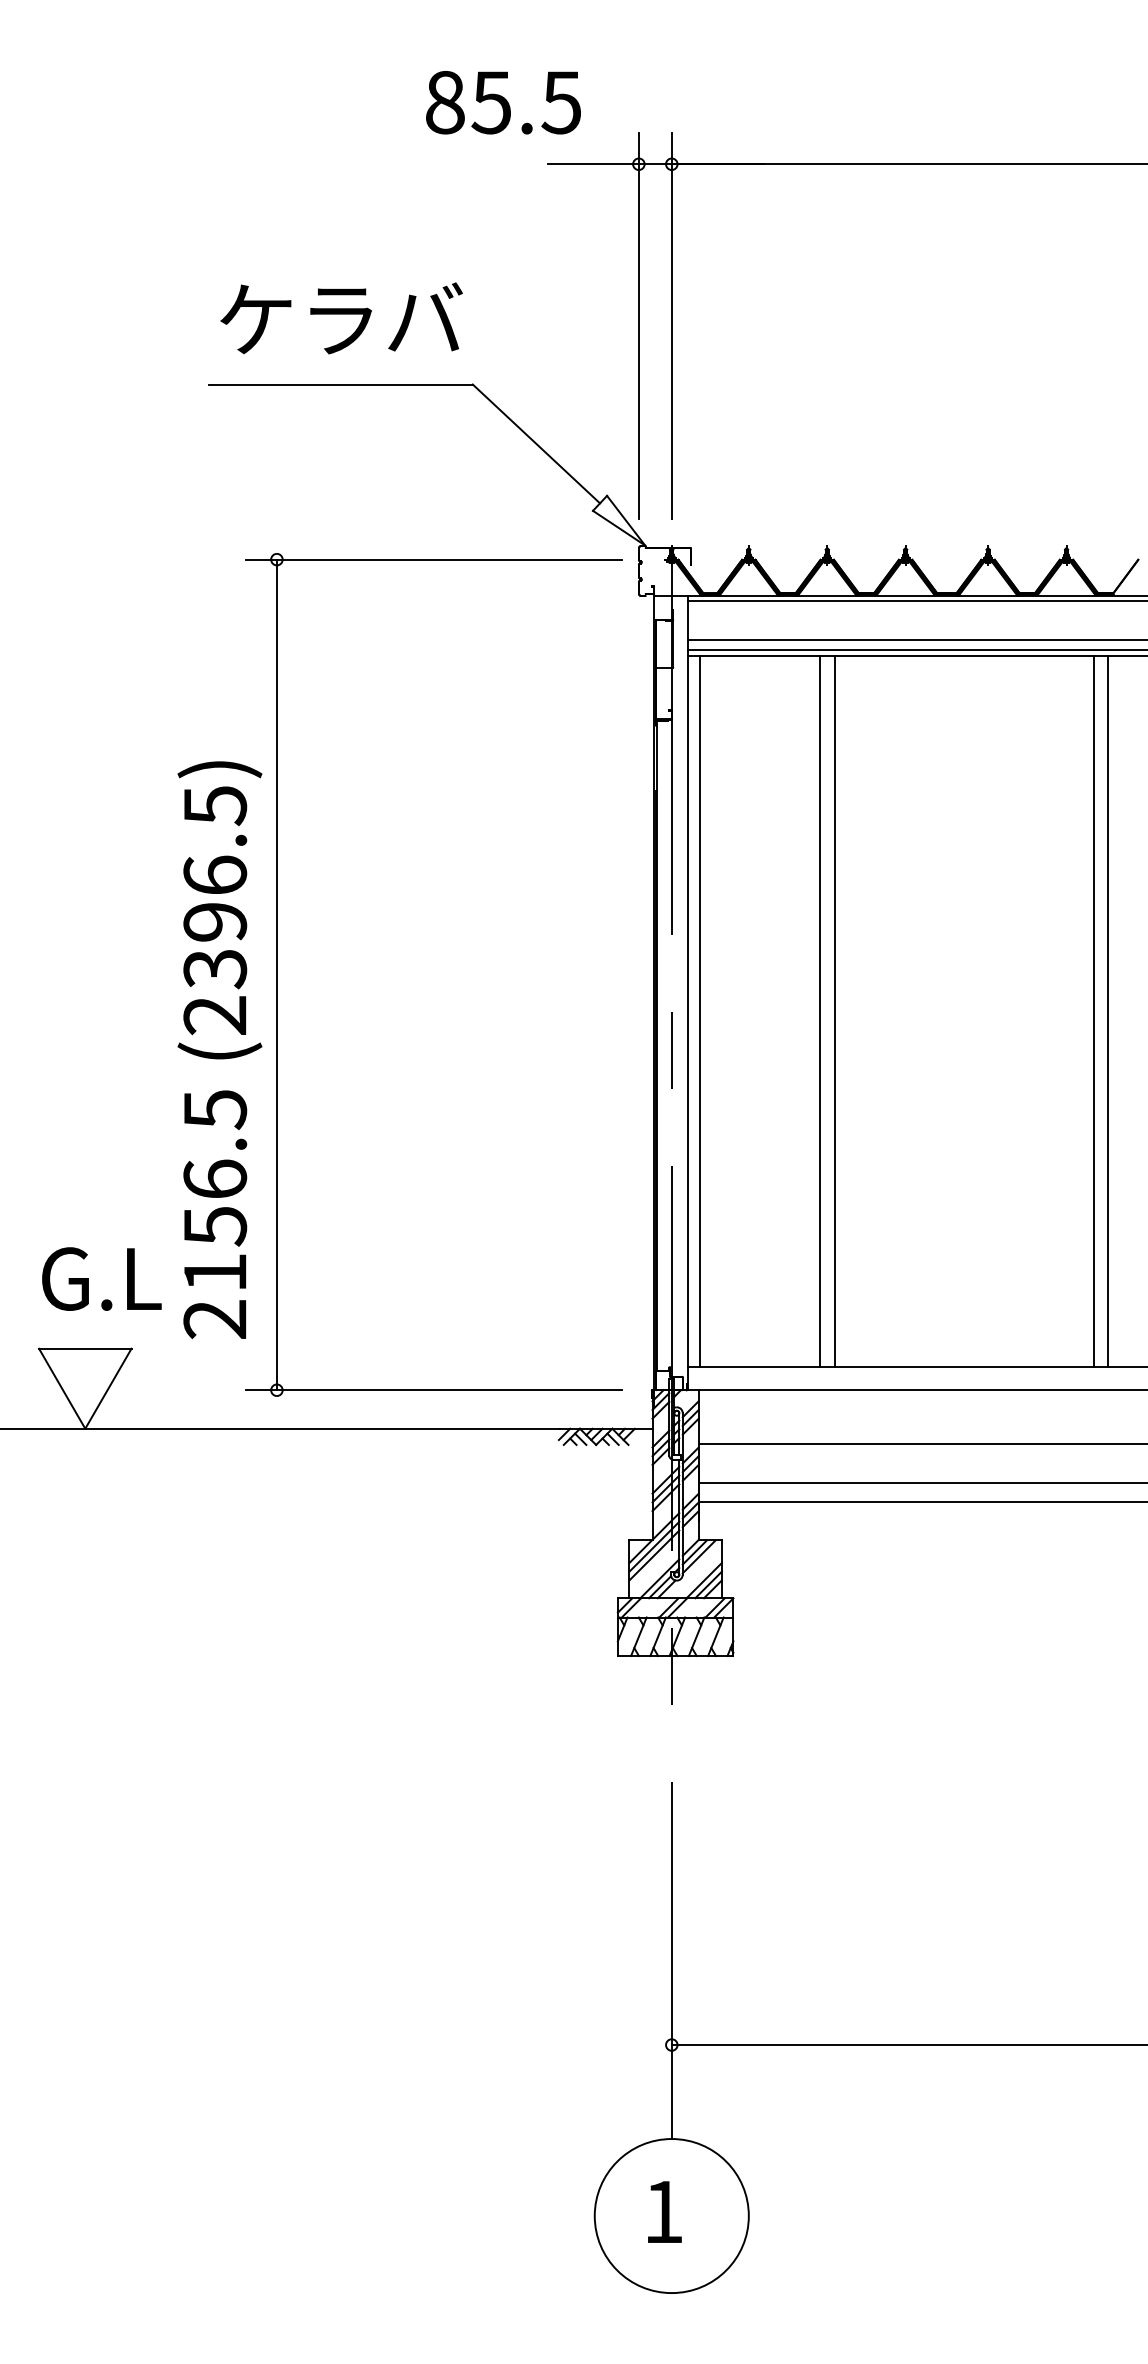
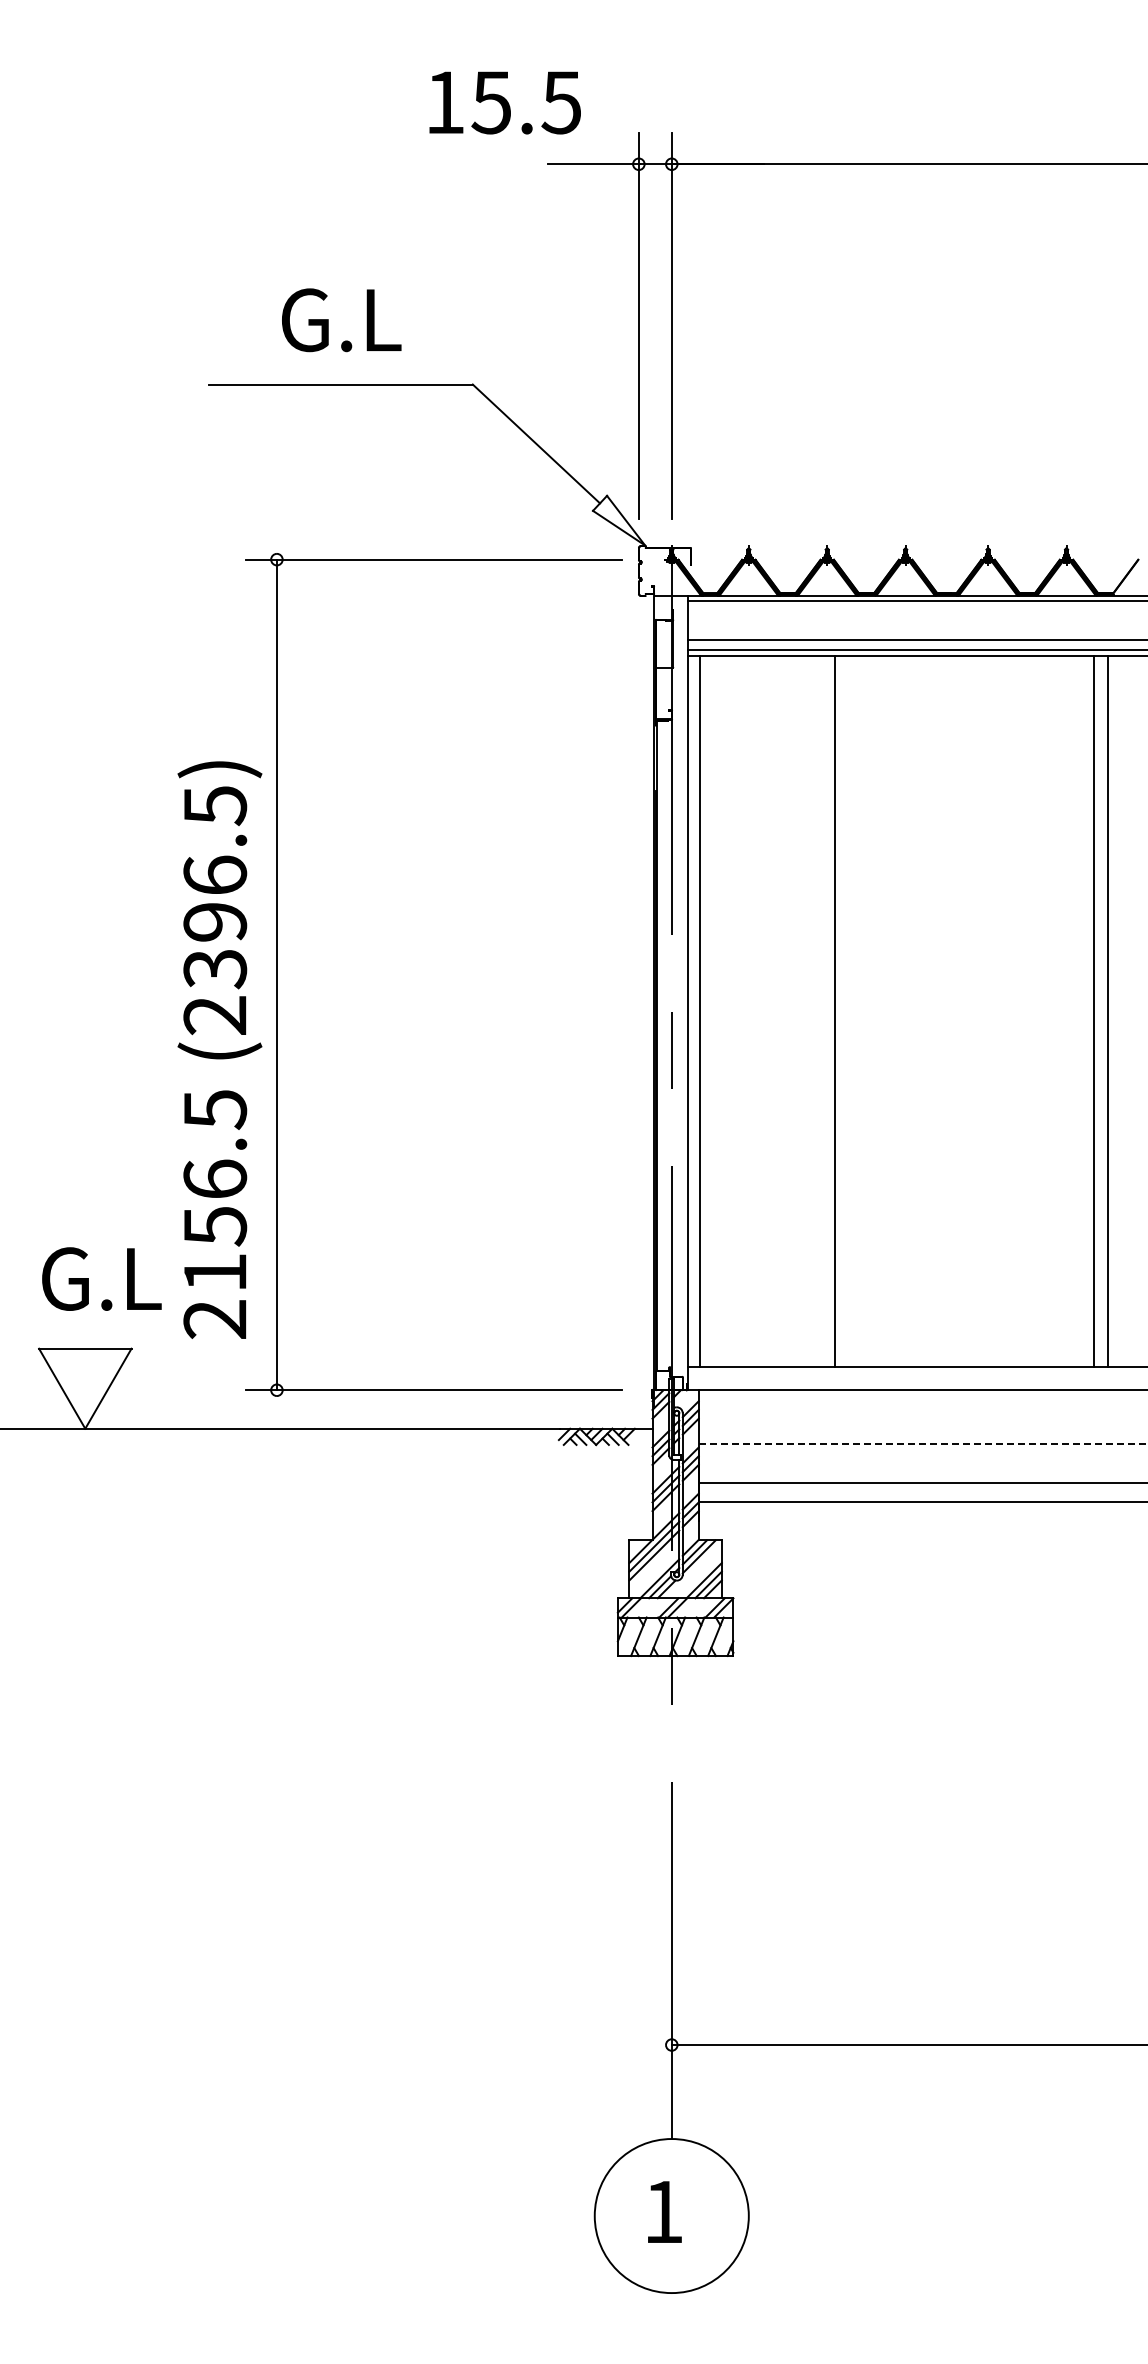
text at (445, 102): 85.5 -> 15.5
text at (341, 318): ケラバ -> G.L
line at (820, 1011): present -> none
line at (923, 1444): solid -> dashed
